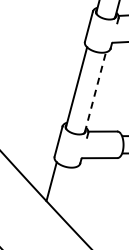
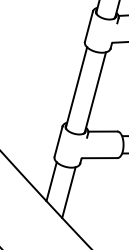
line at (95, 92): dashed -> solid
line at (68, 192): none -> present
